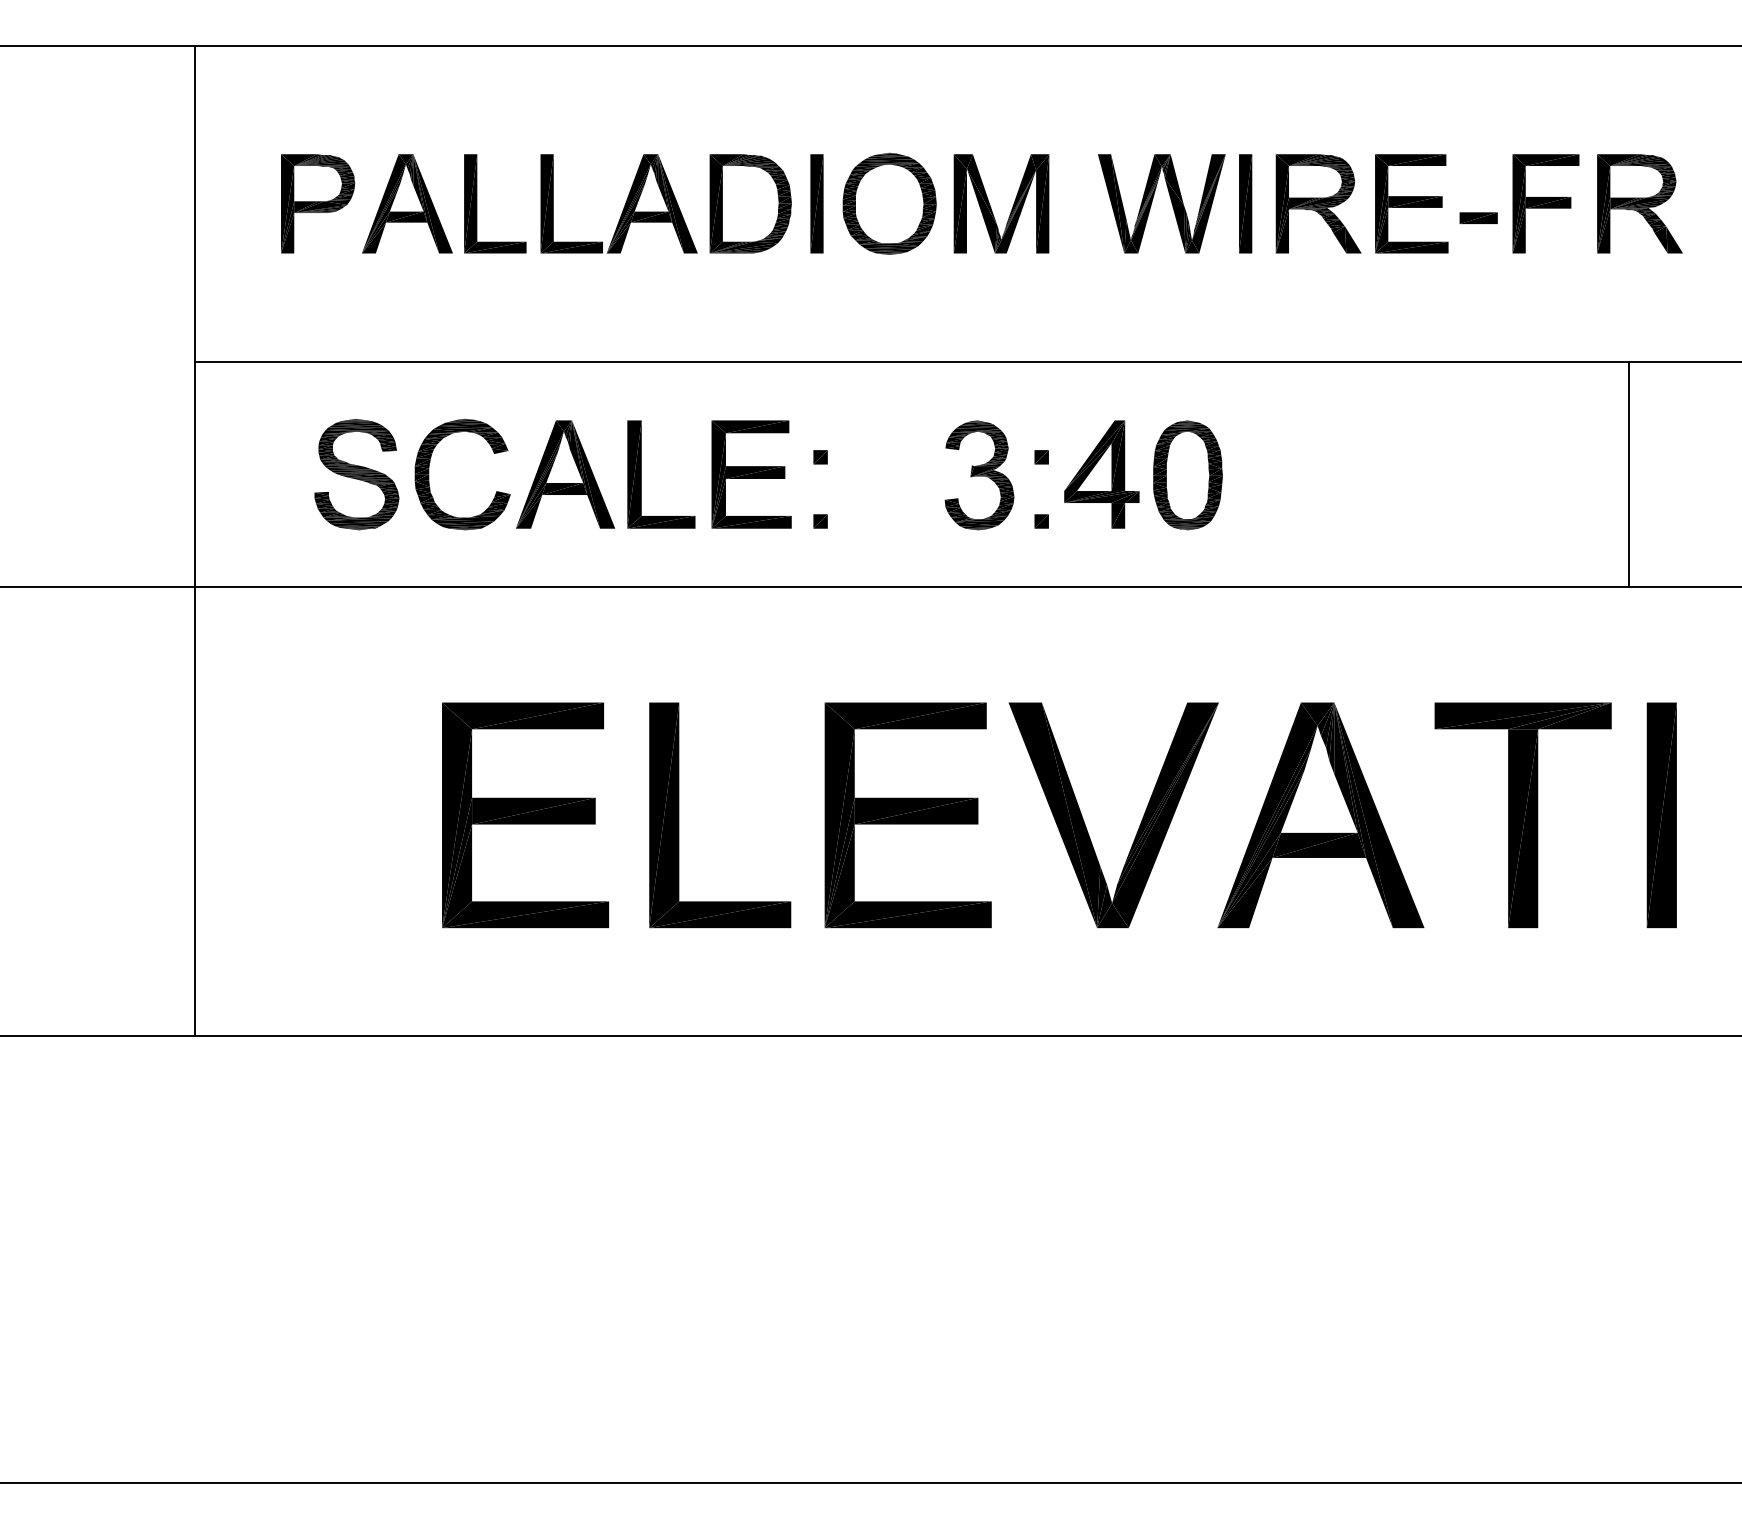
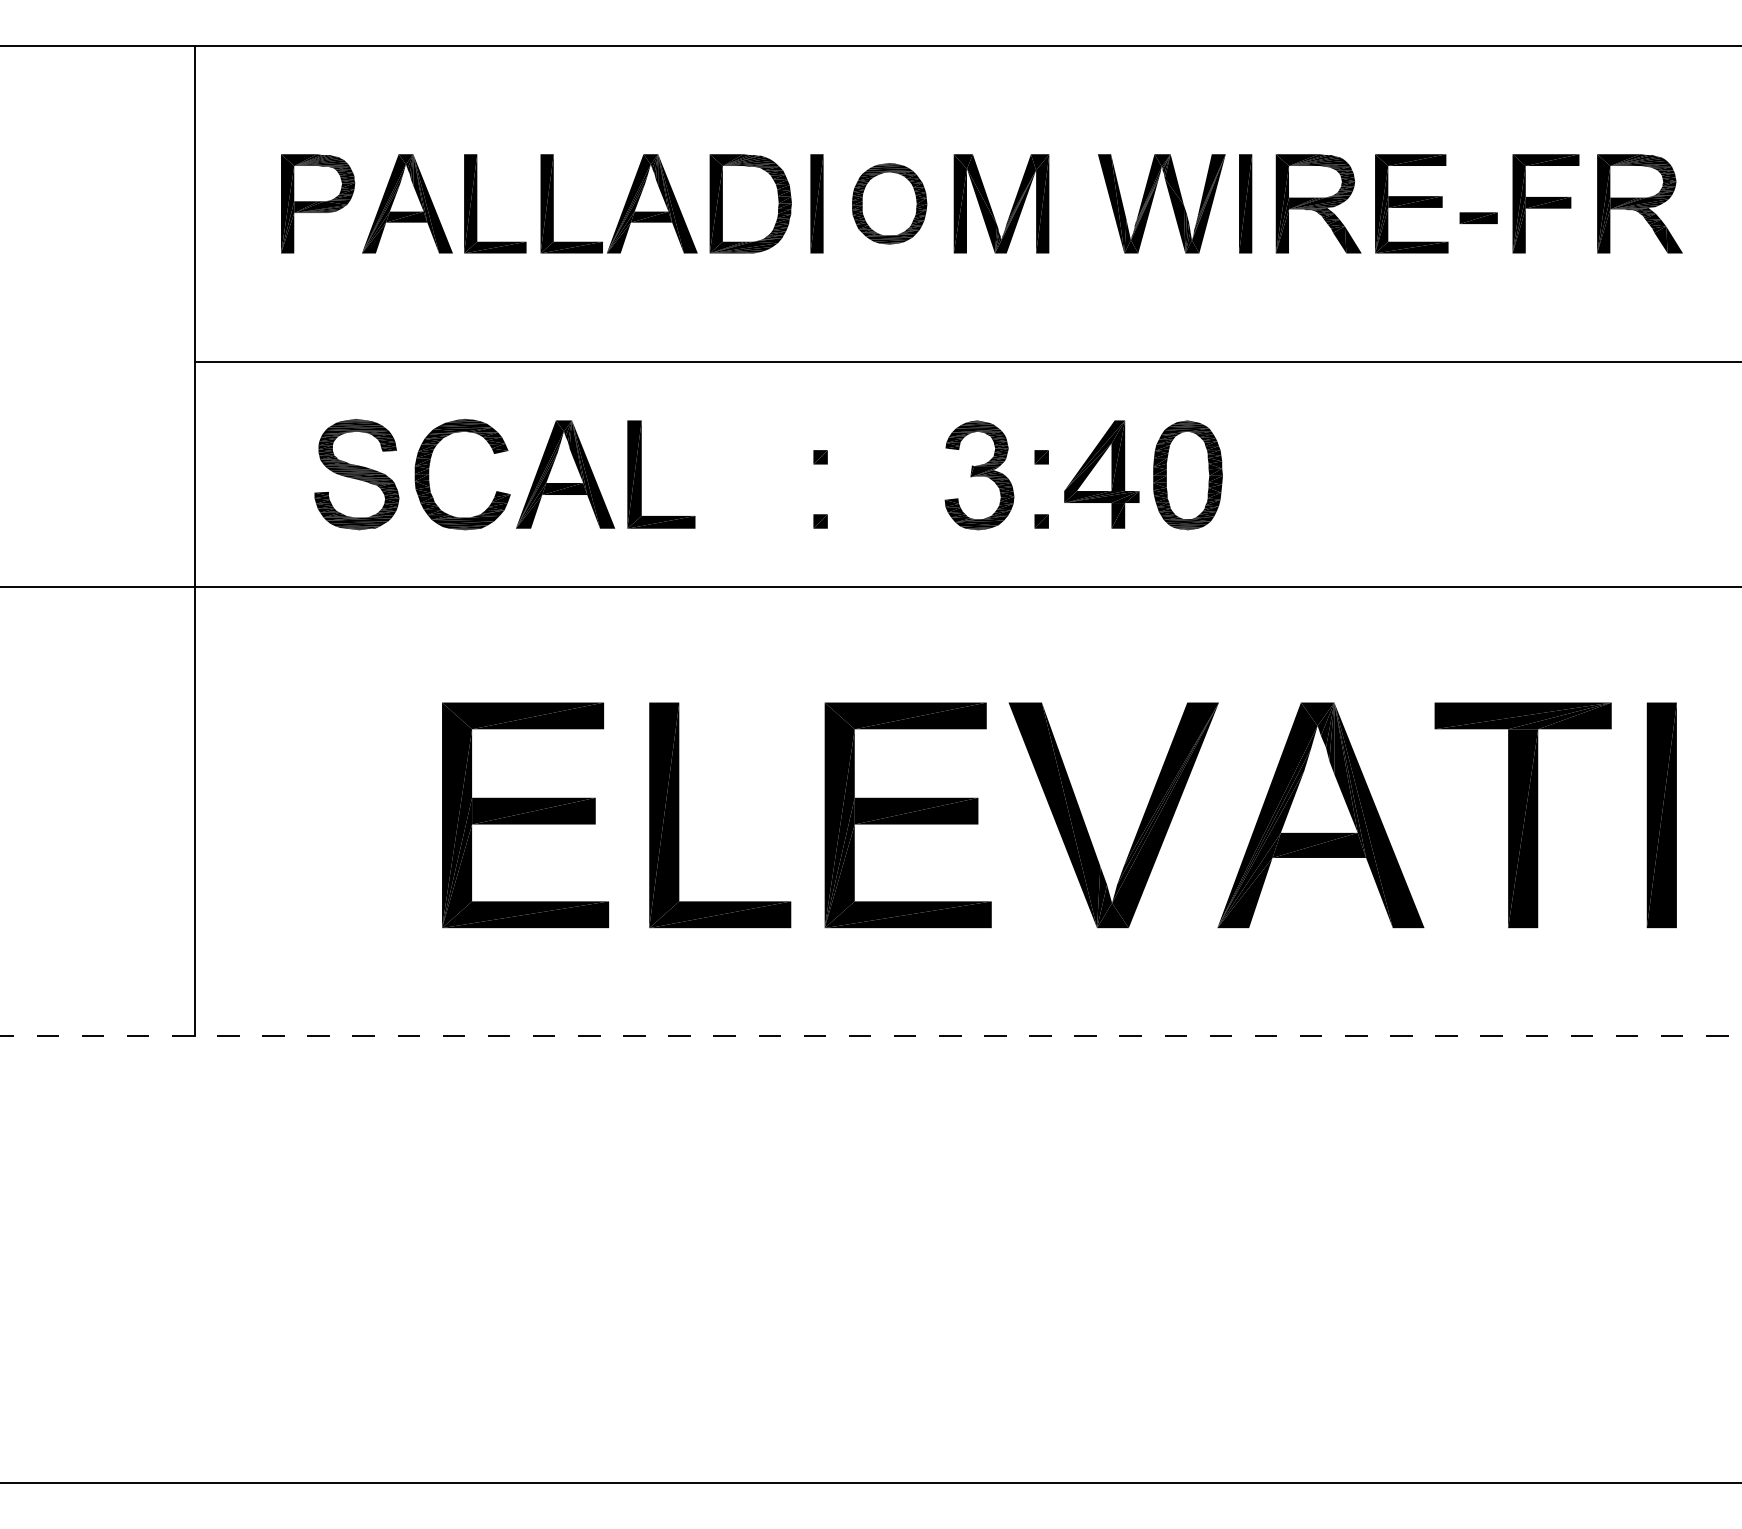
part at (889, 203) size: 95x103 px -> 76x82 px
part at (751, 474): present -> none
line at (1628, 474): present -> none
line at (871, 1035): solid -> dashed
